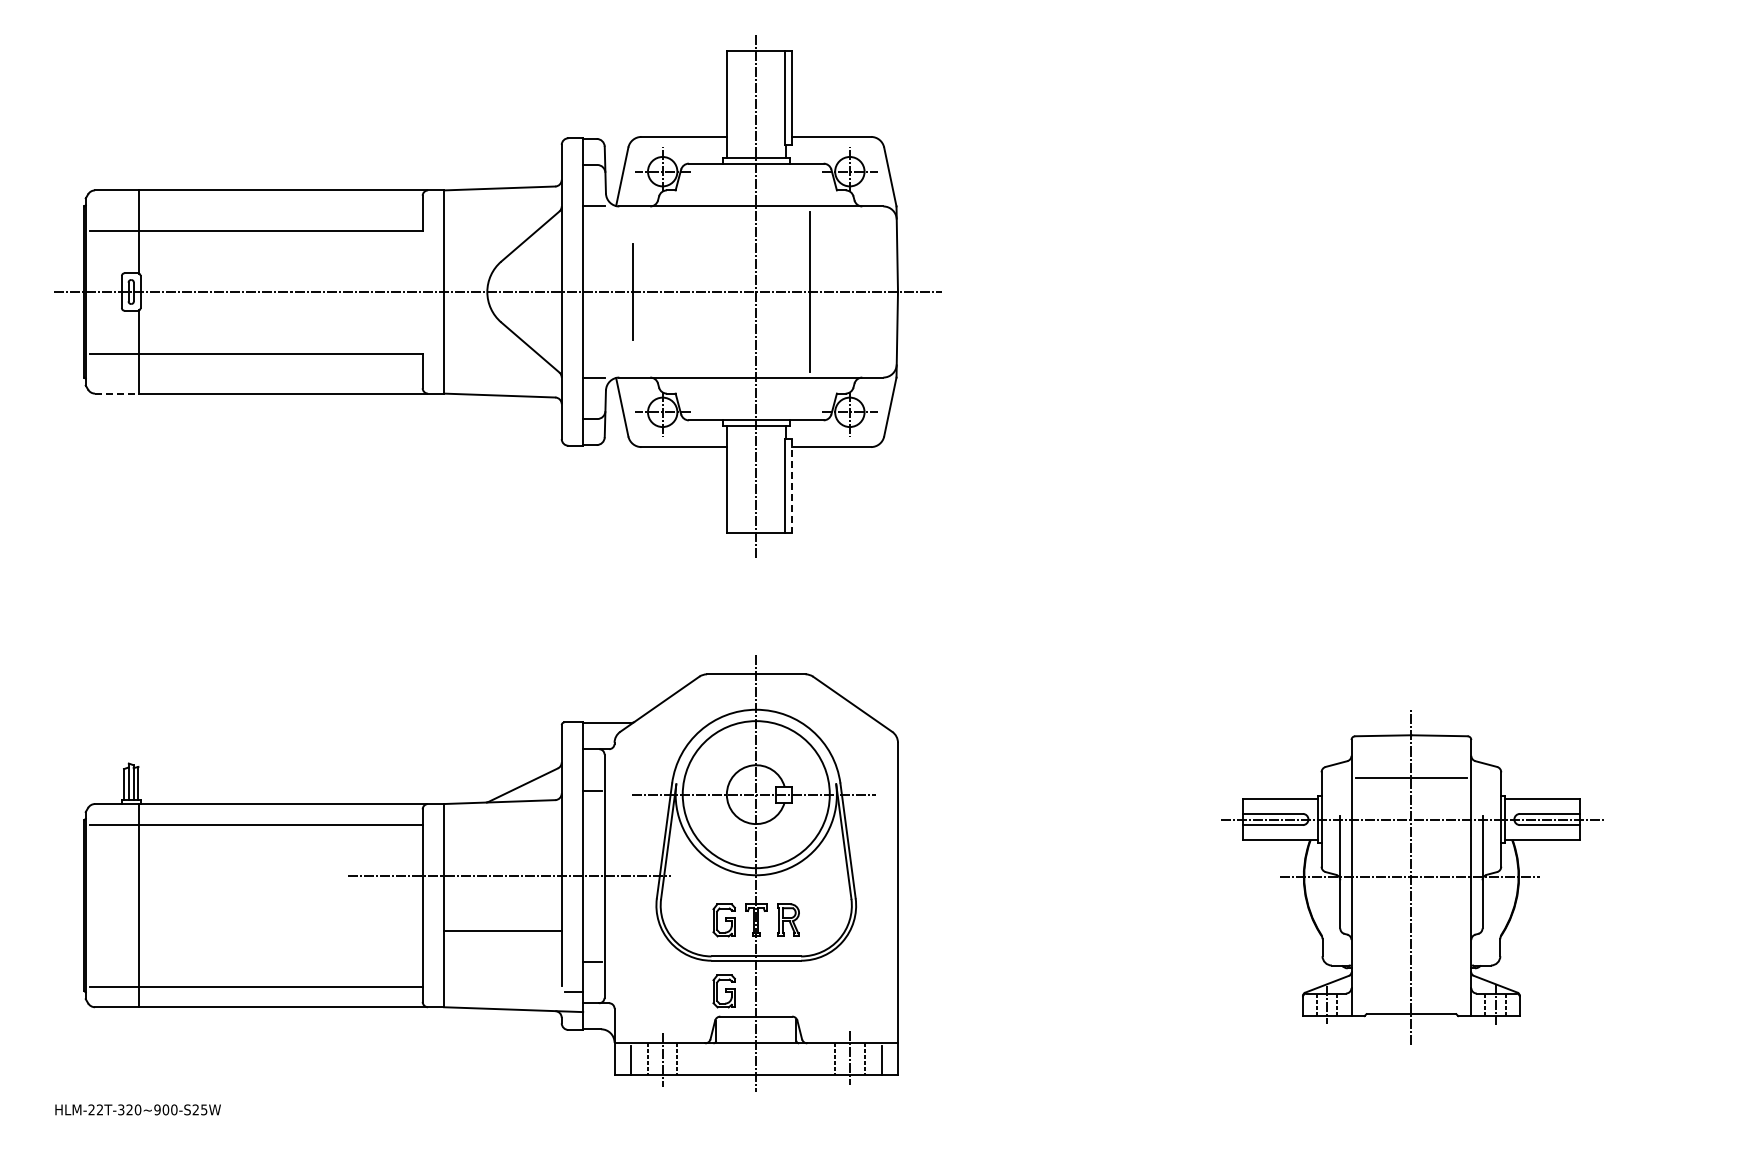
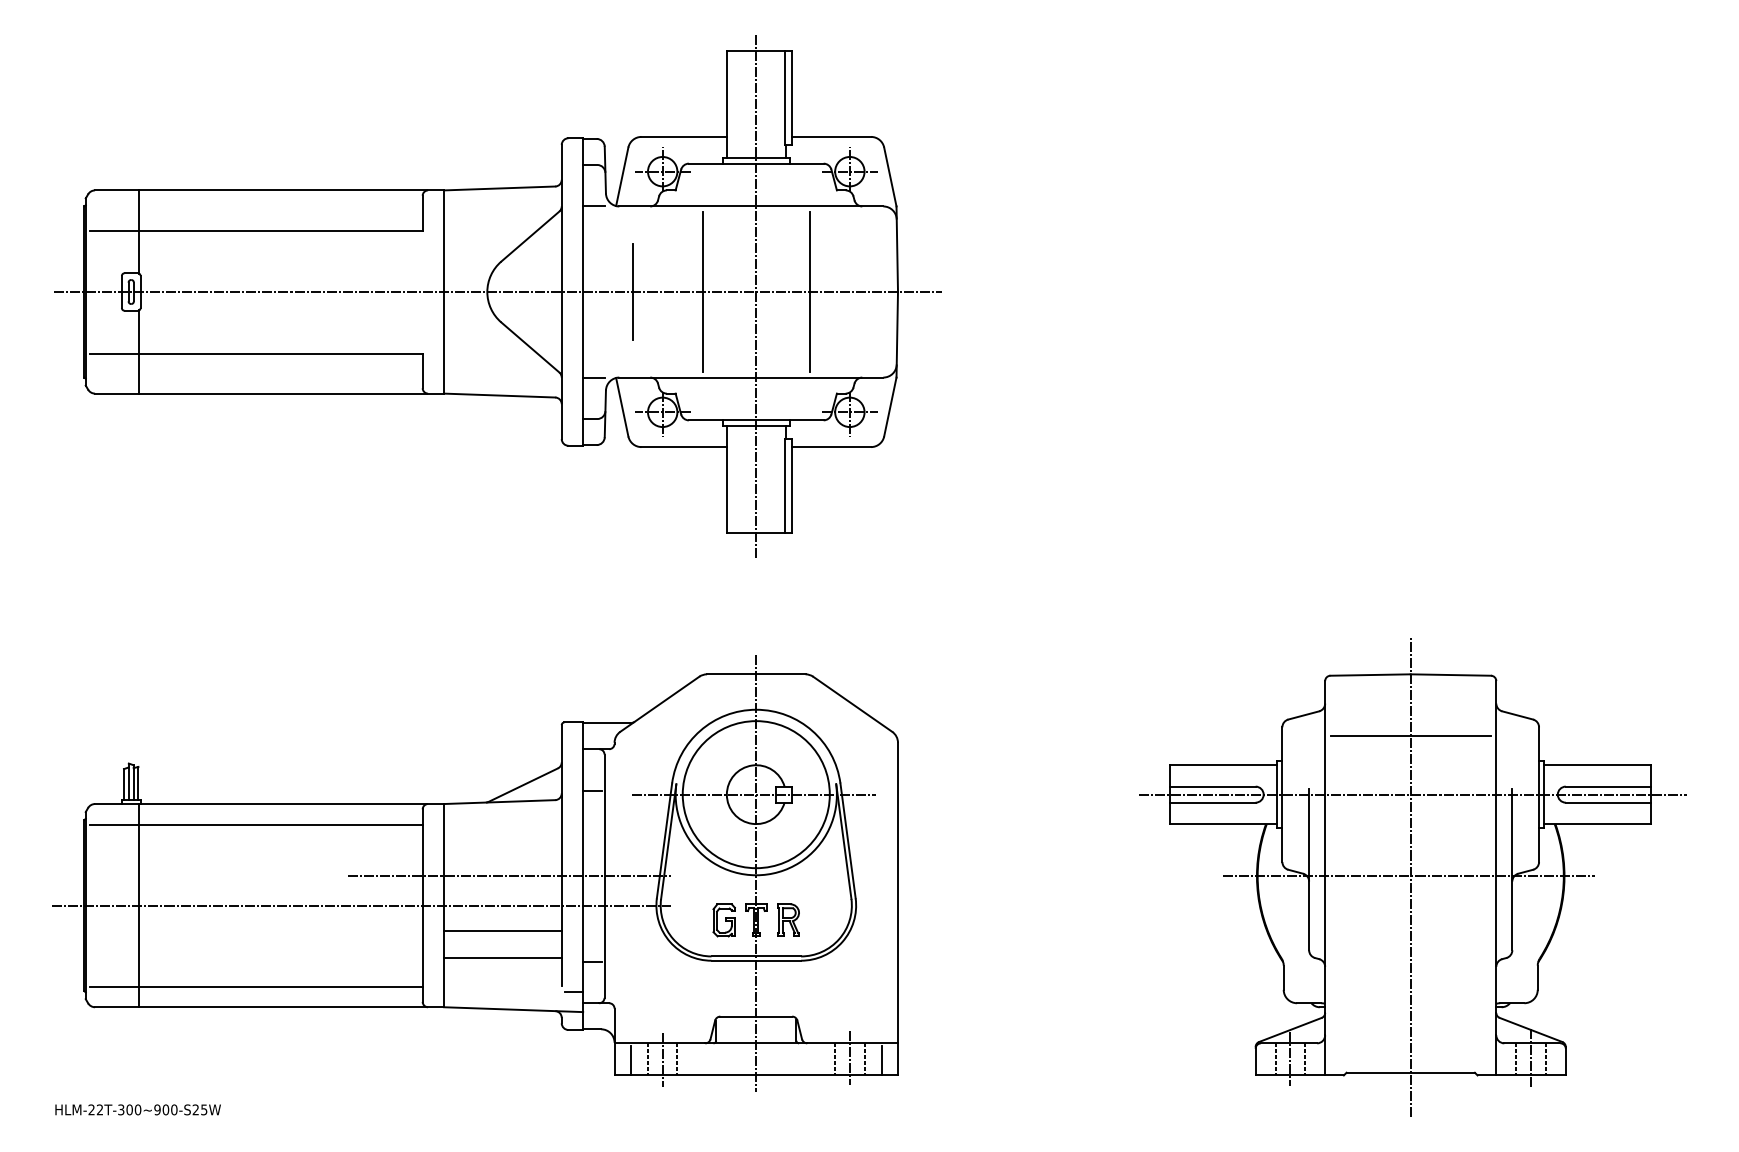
line at (702, 291): none -> present
line at (117, 393): dashed -> solid
line at (792, 485): dashed -> solid
part at (1412, 877) size: 383x335 px -> 548x479 px
line at (361, 905): none -> present
line at (502, 958): none -> present
part at (723, 991): present -> none
text at (129, 1109): HLM-22T-320~900-S25W -> HLM-22T-300~900-S25W
